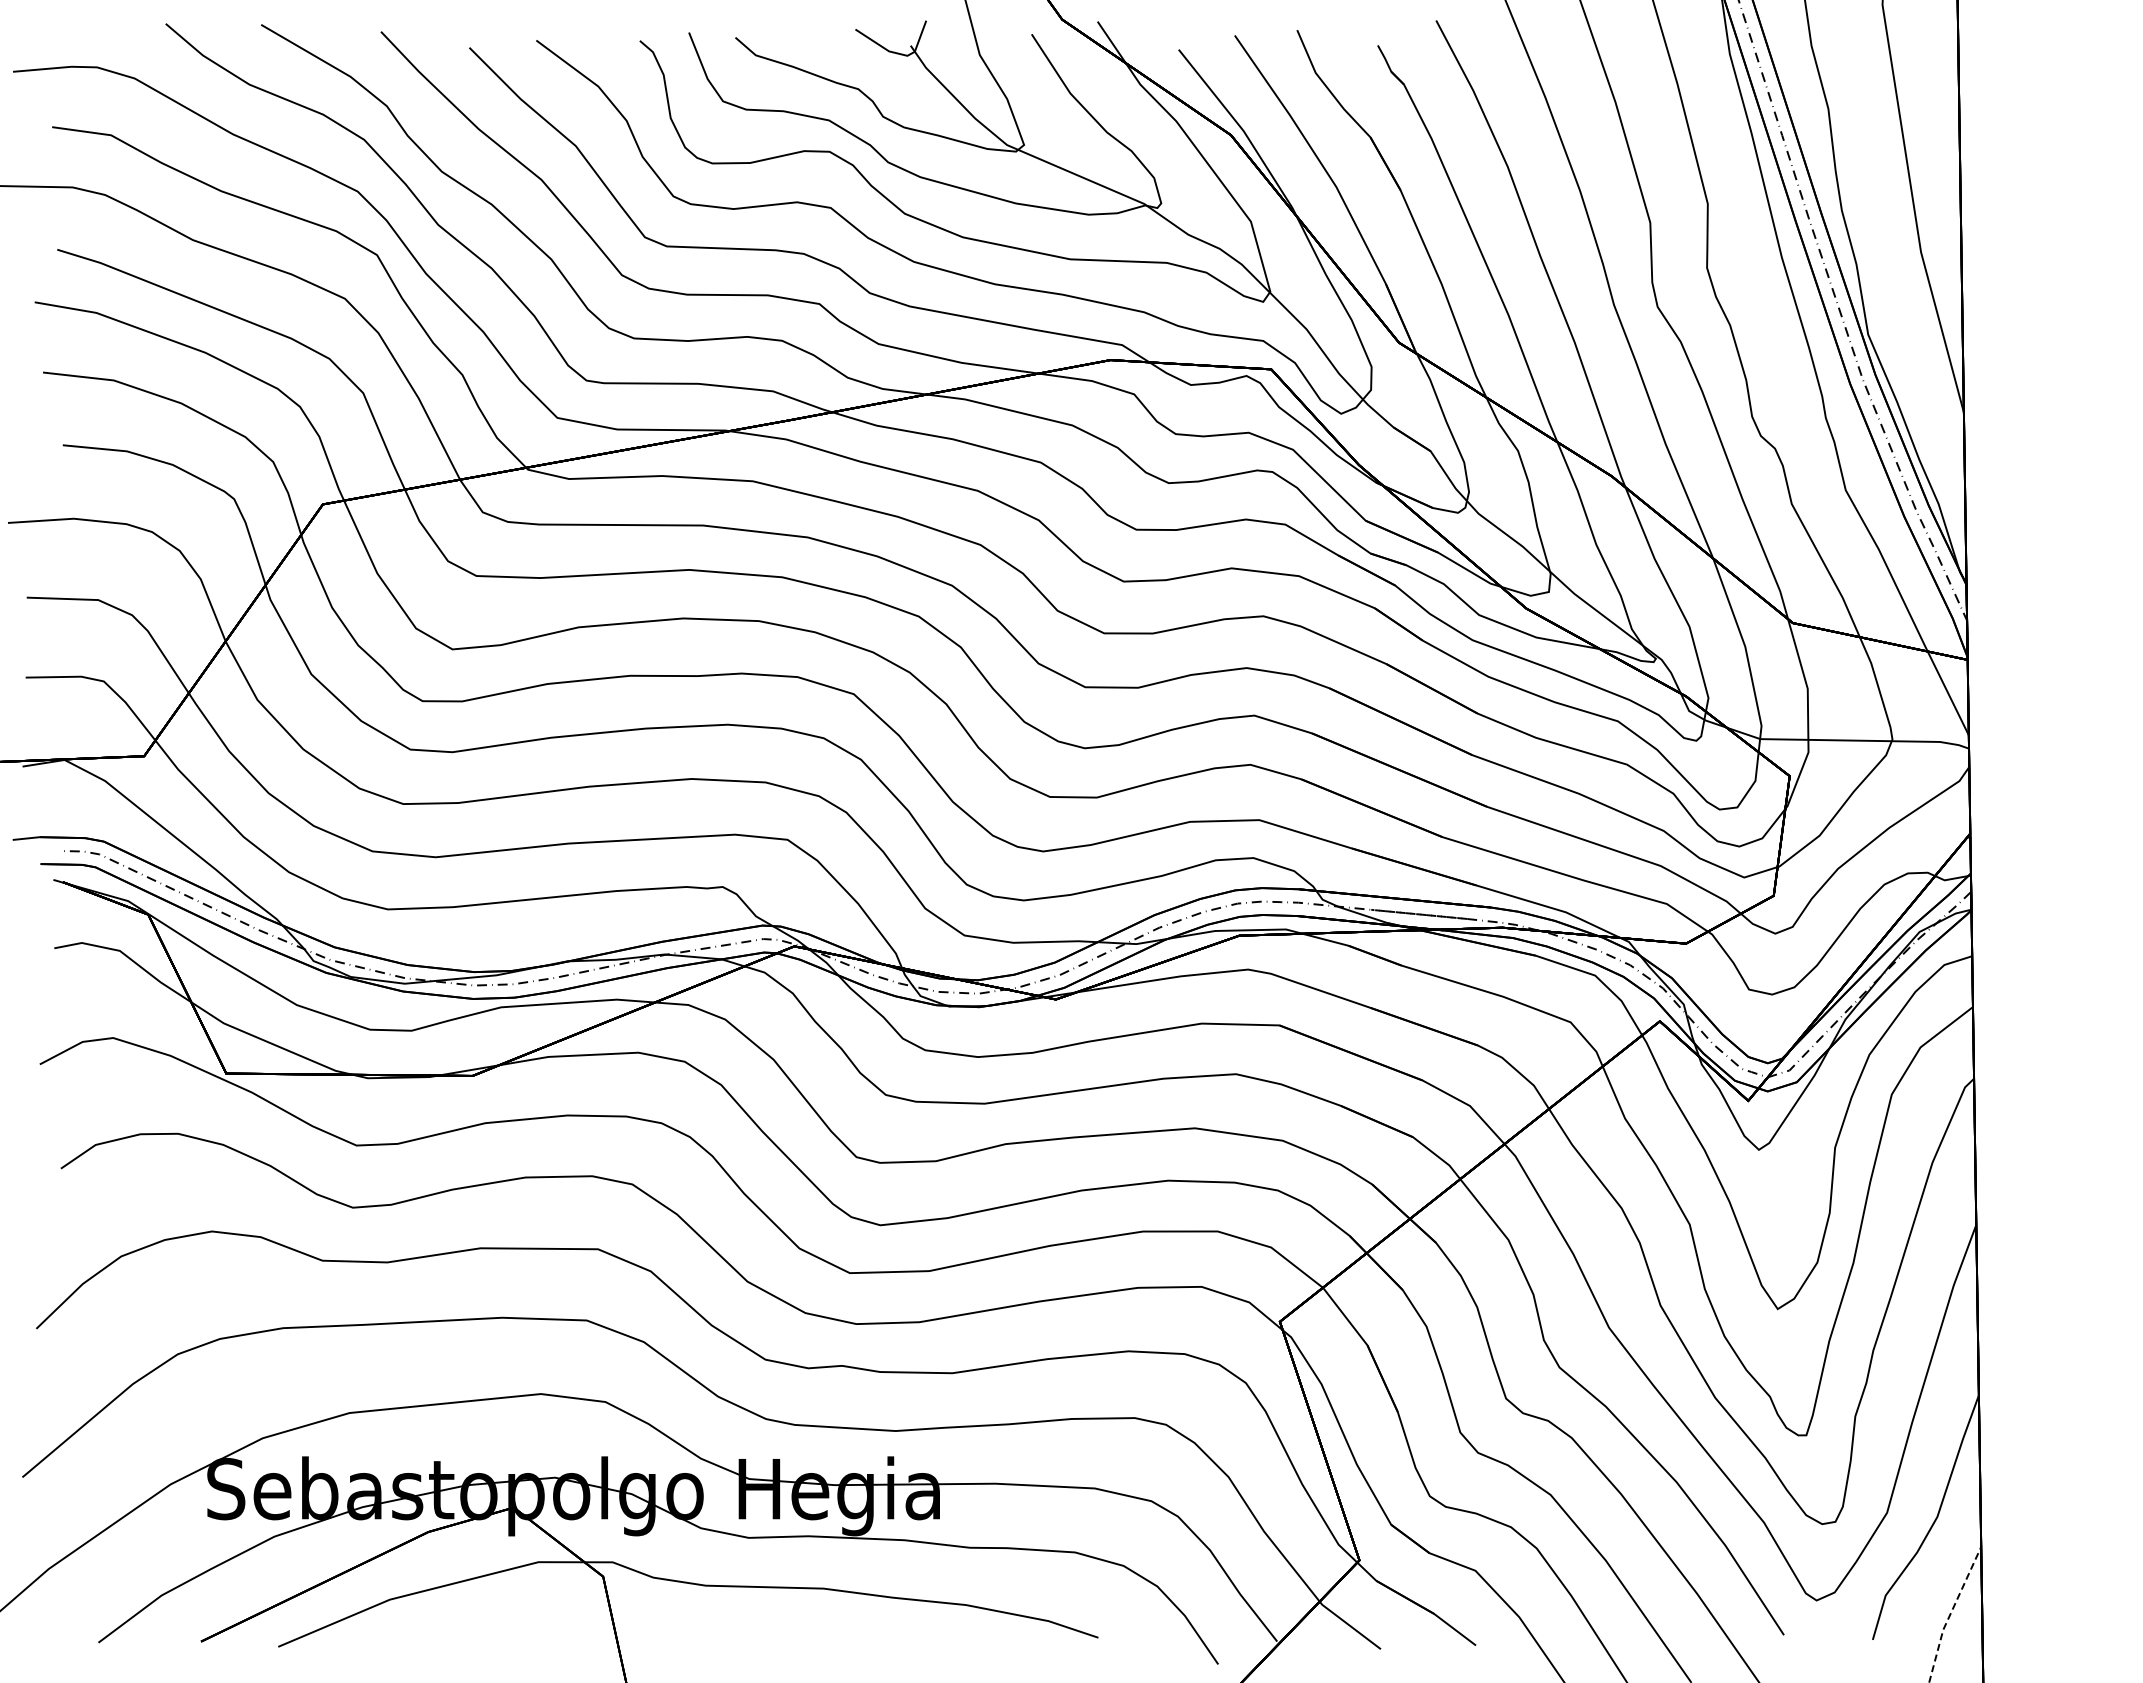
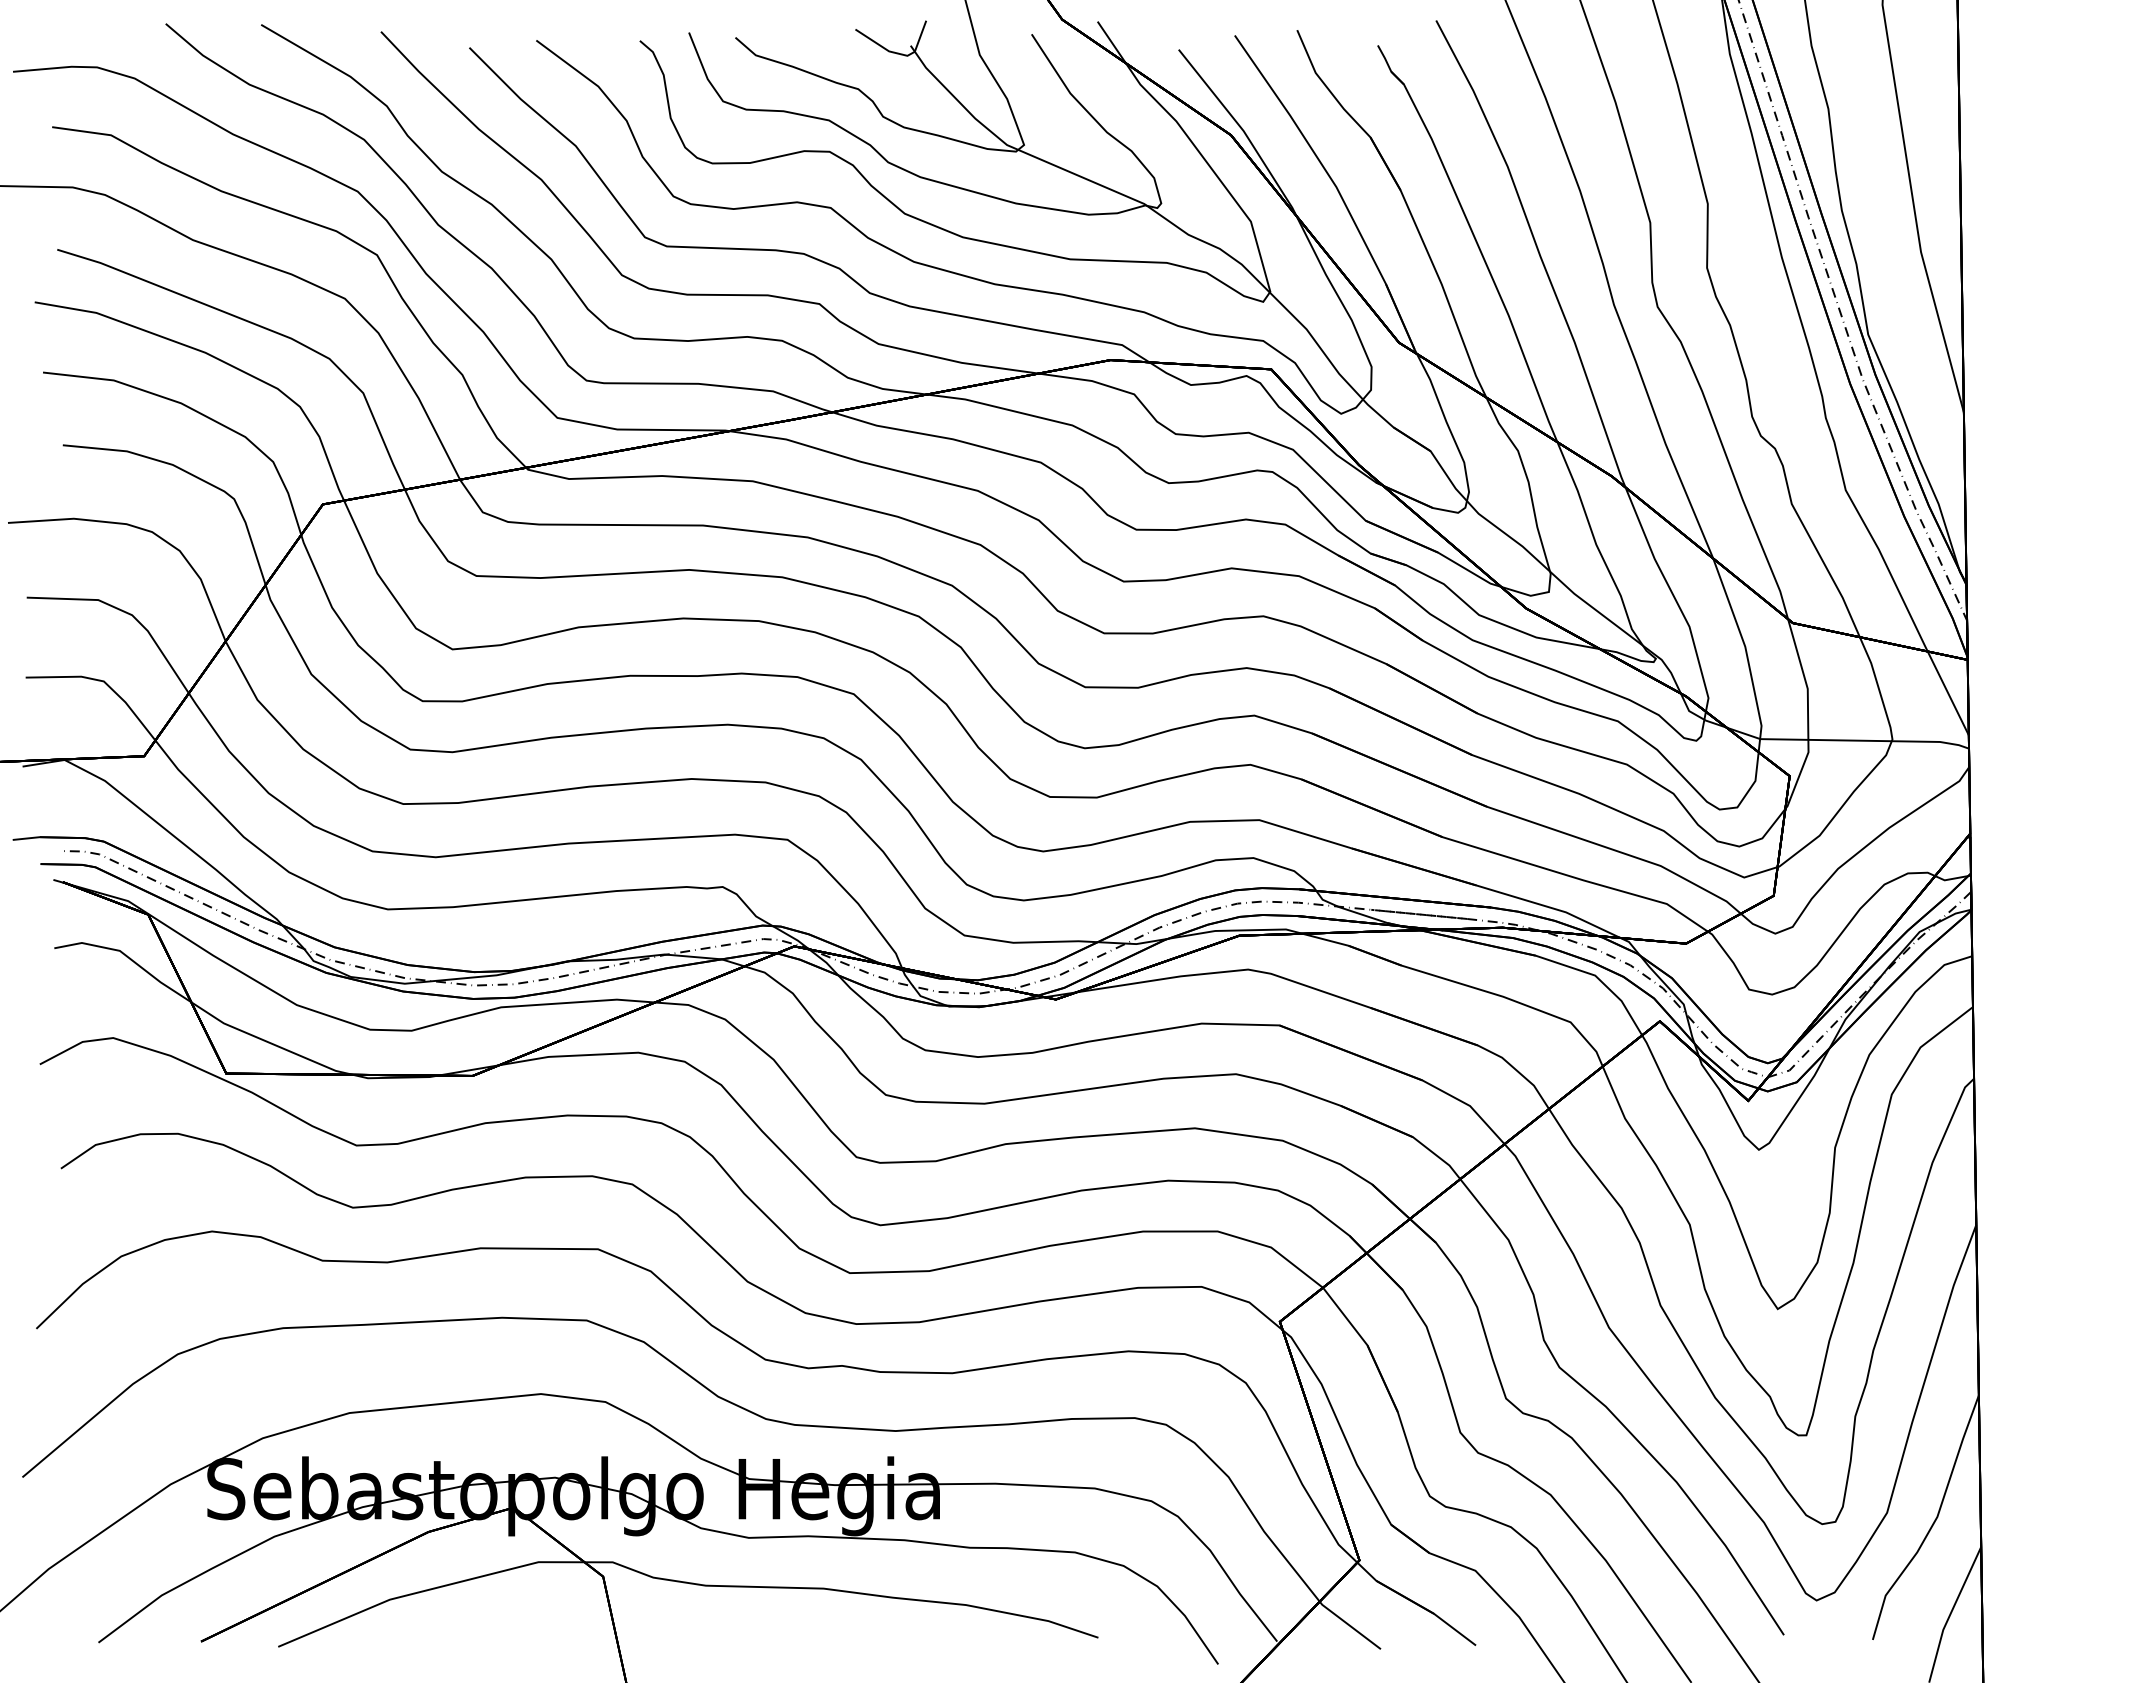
line at (1950, 1613): dashed -> solid
